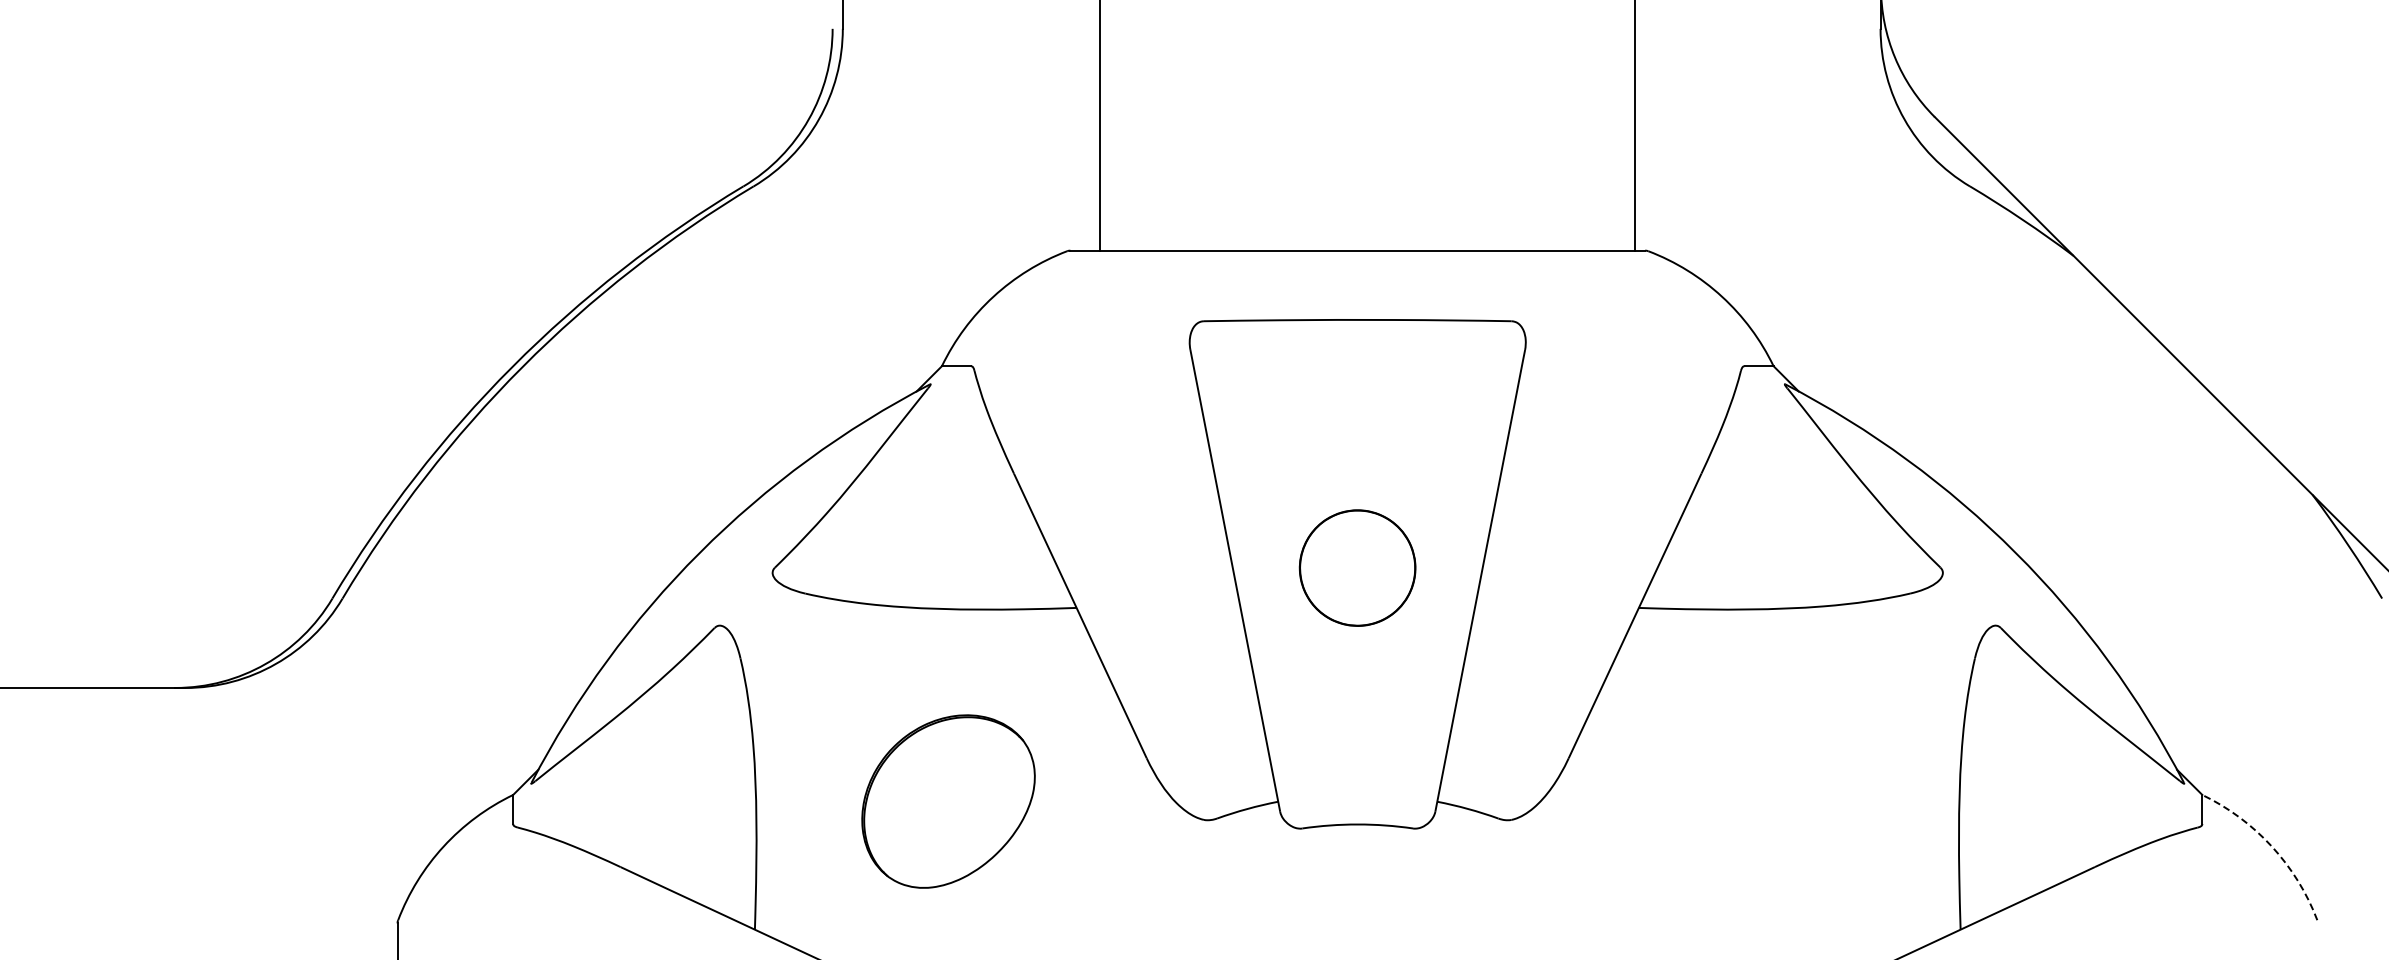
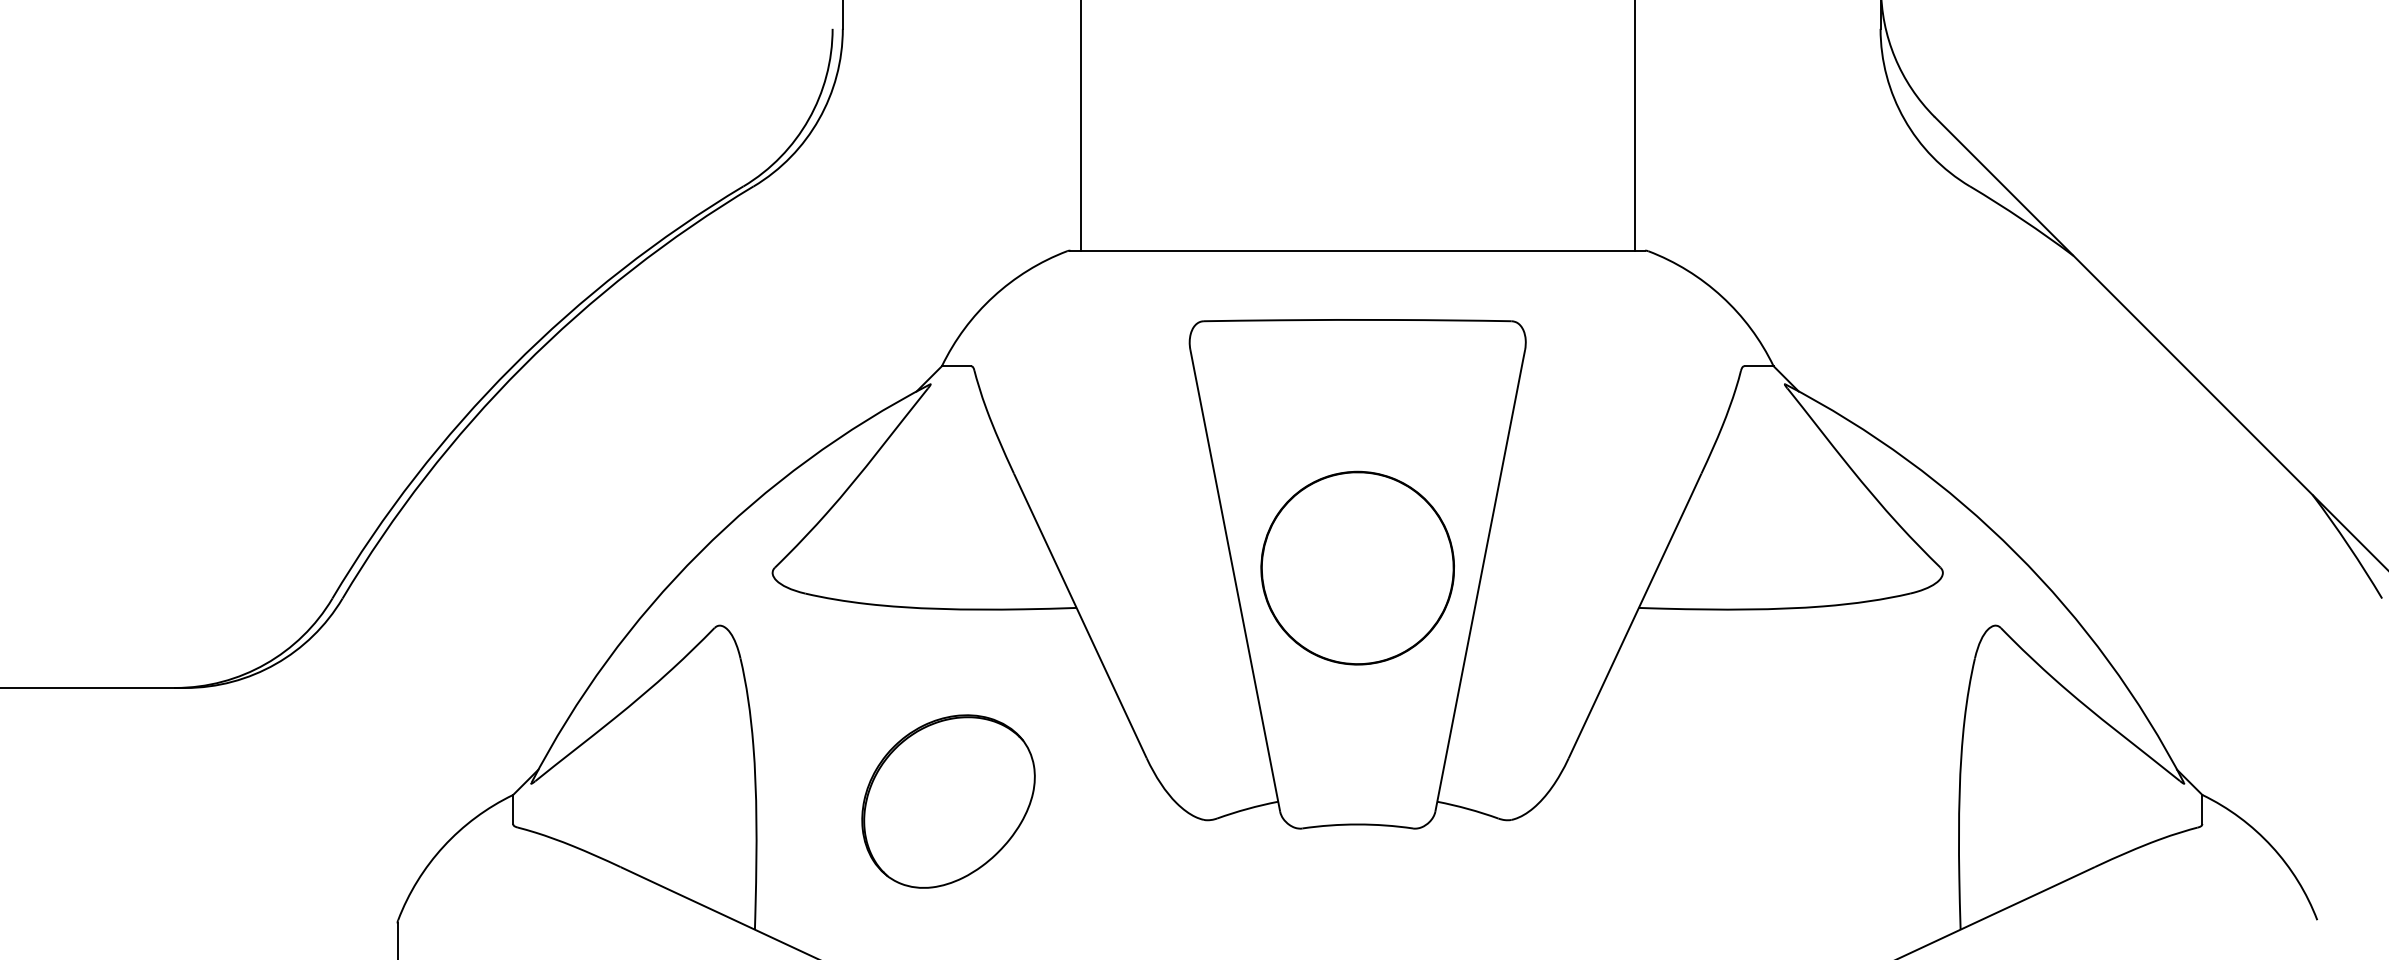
line at (1100, 126) position: (1100, 126) -> (1081, 126)
part at (1357, 567) size: 119x118 px -> 195x196 px
arc at (2271, 846): dashed -> solid
